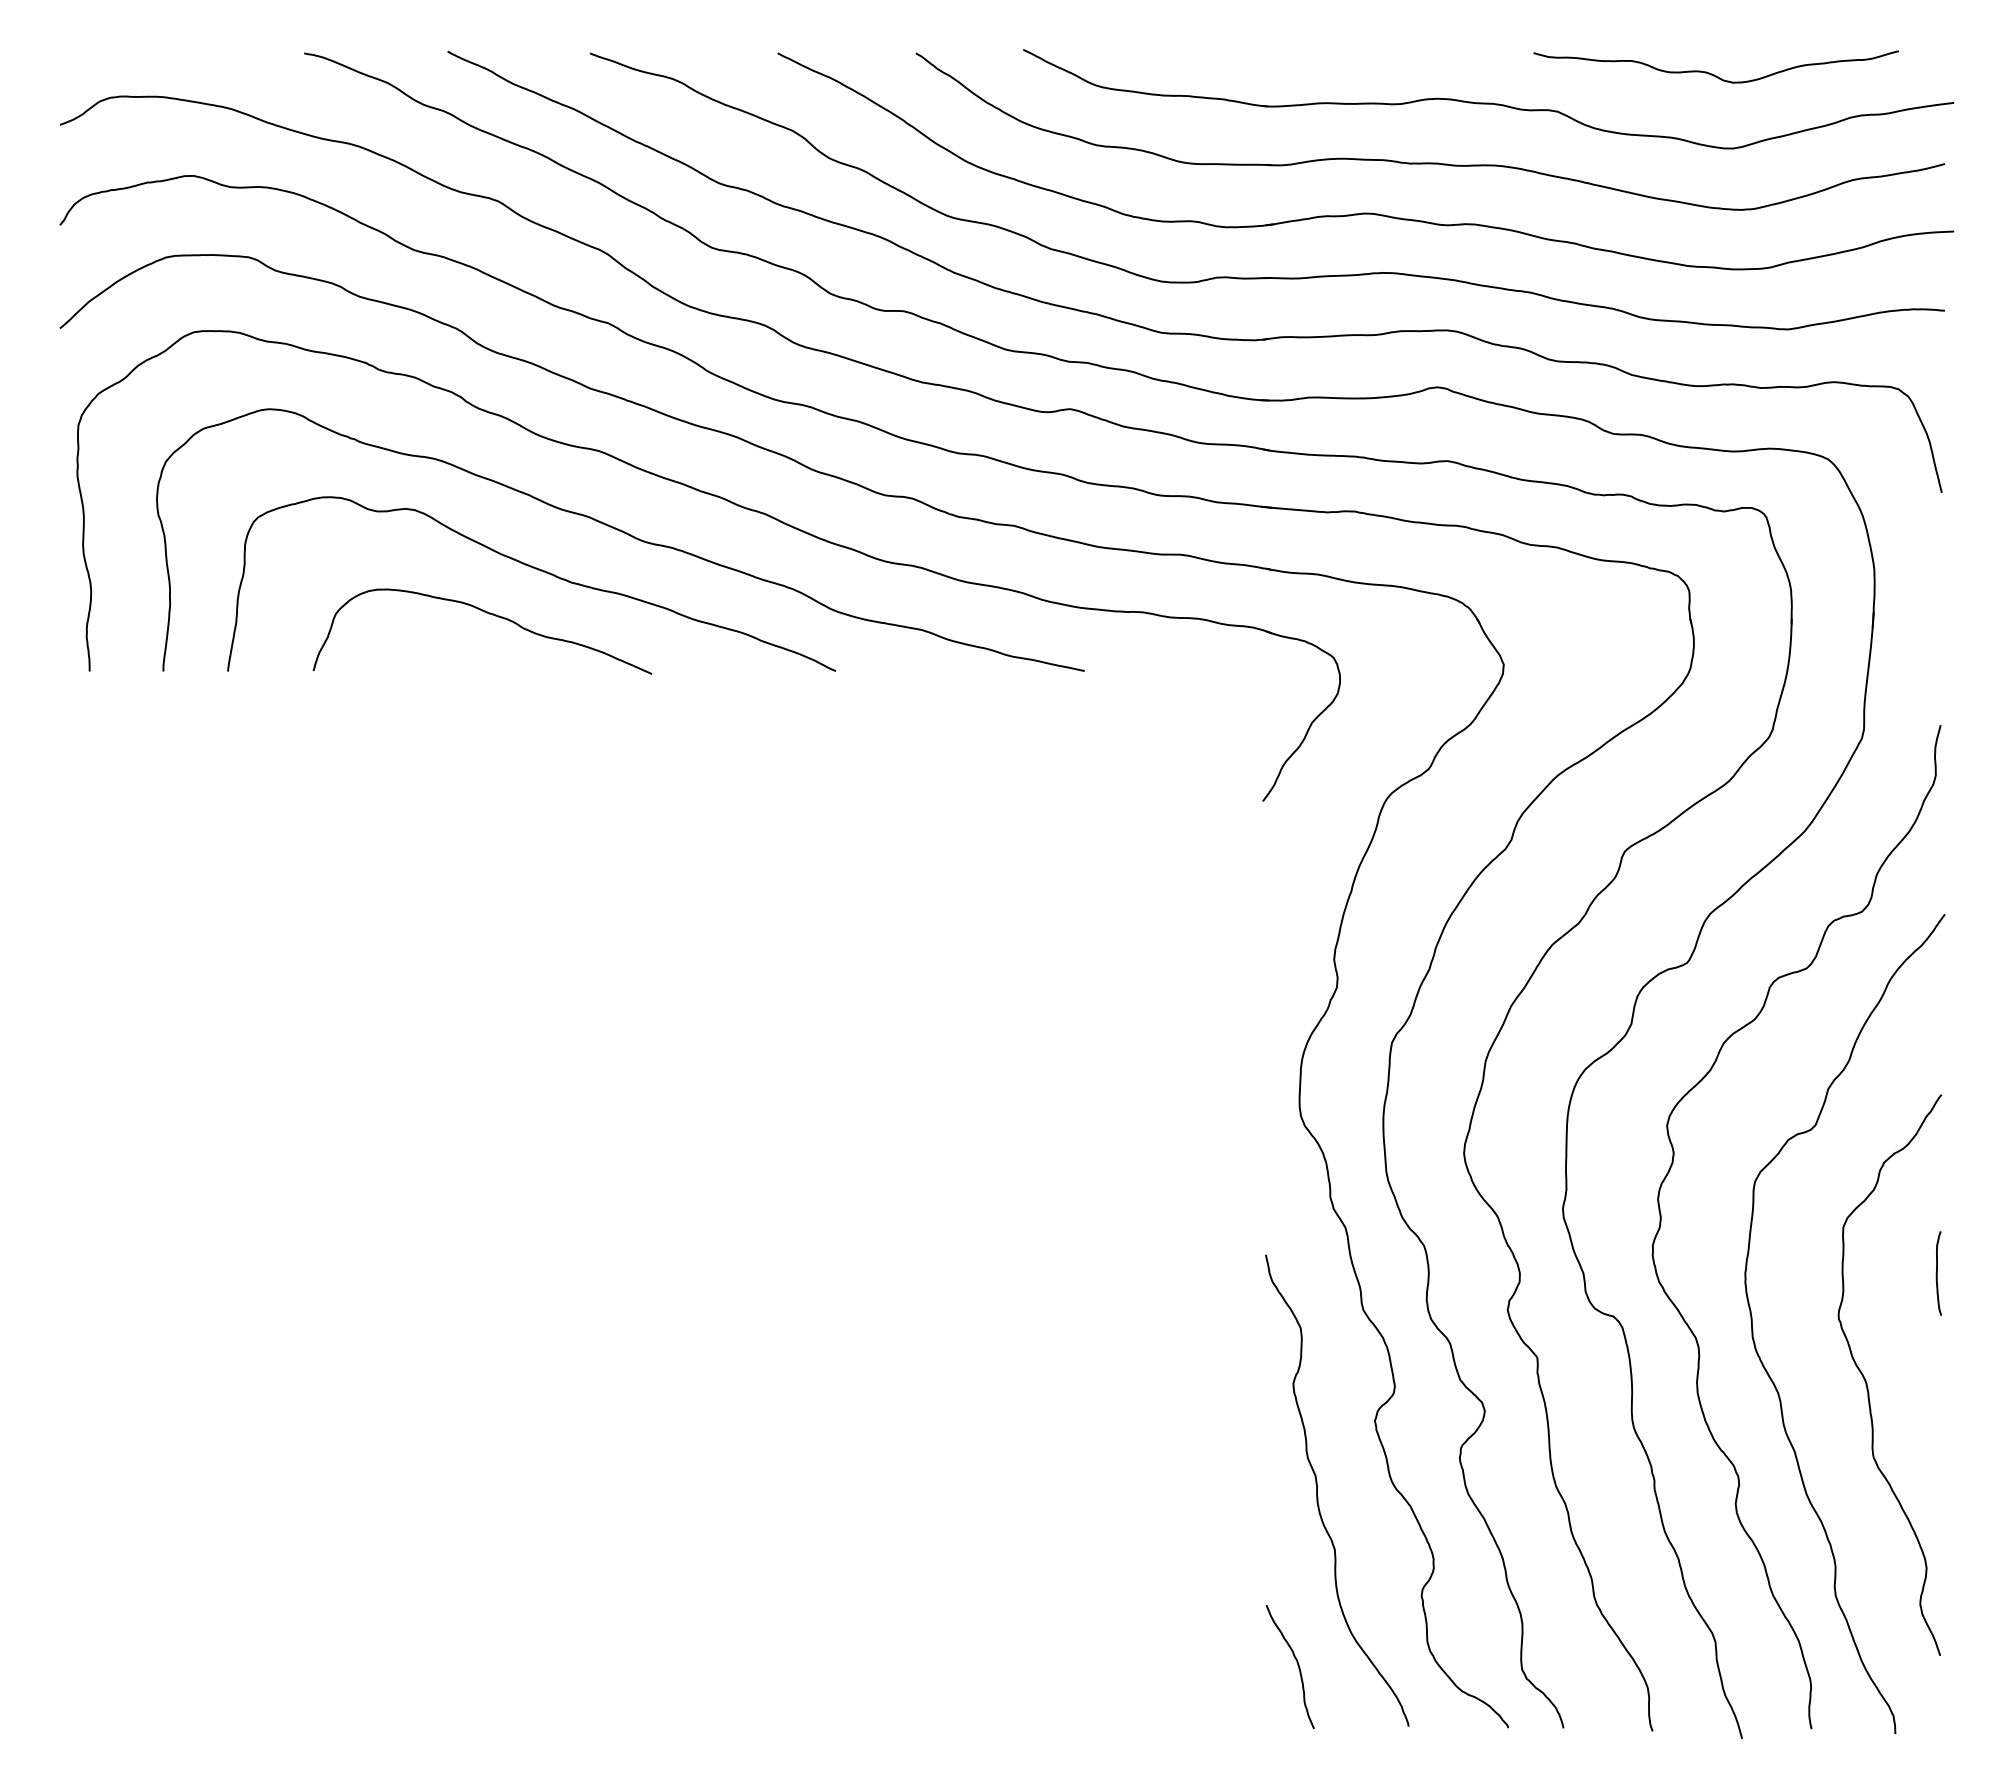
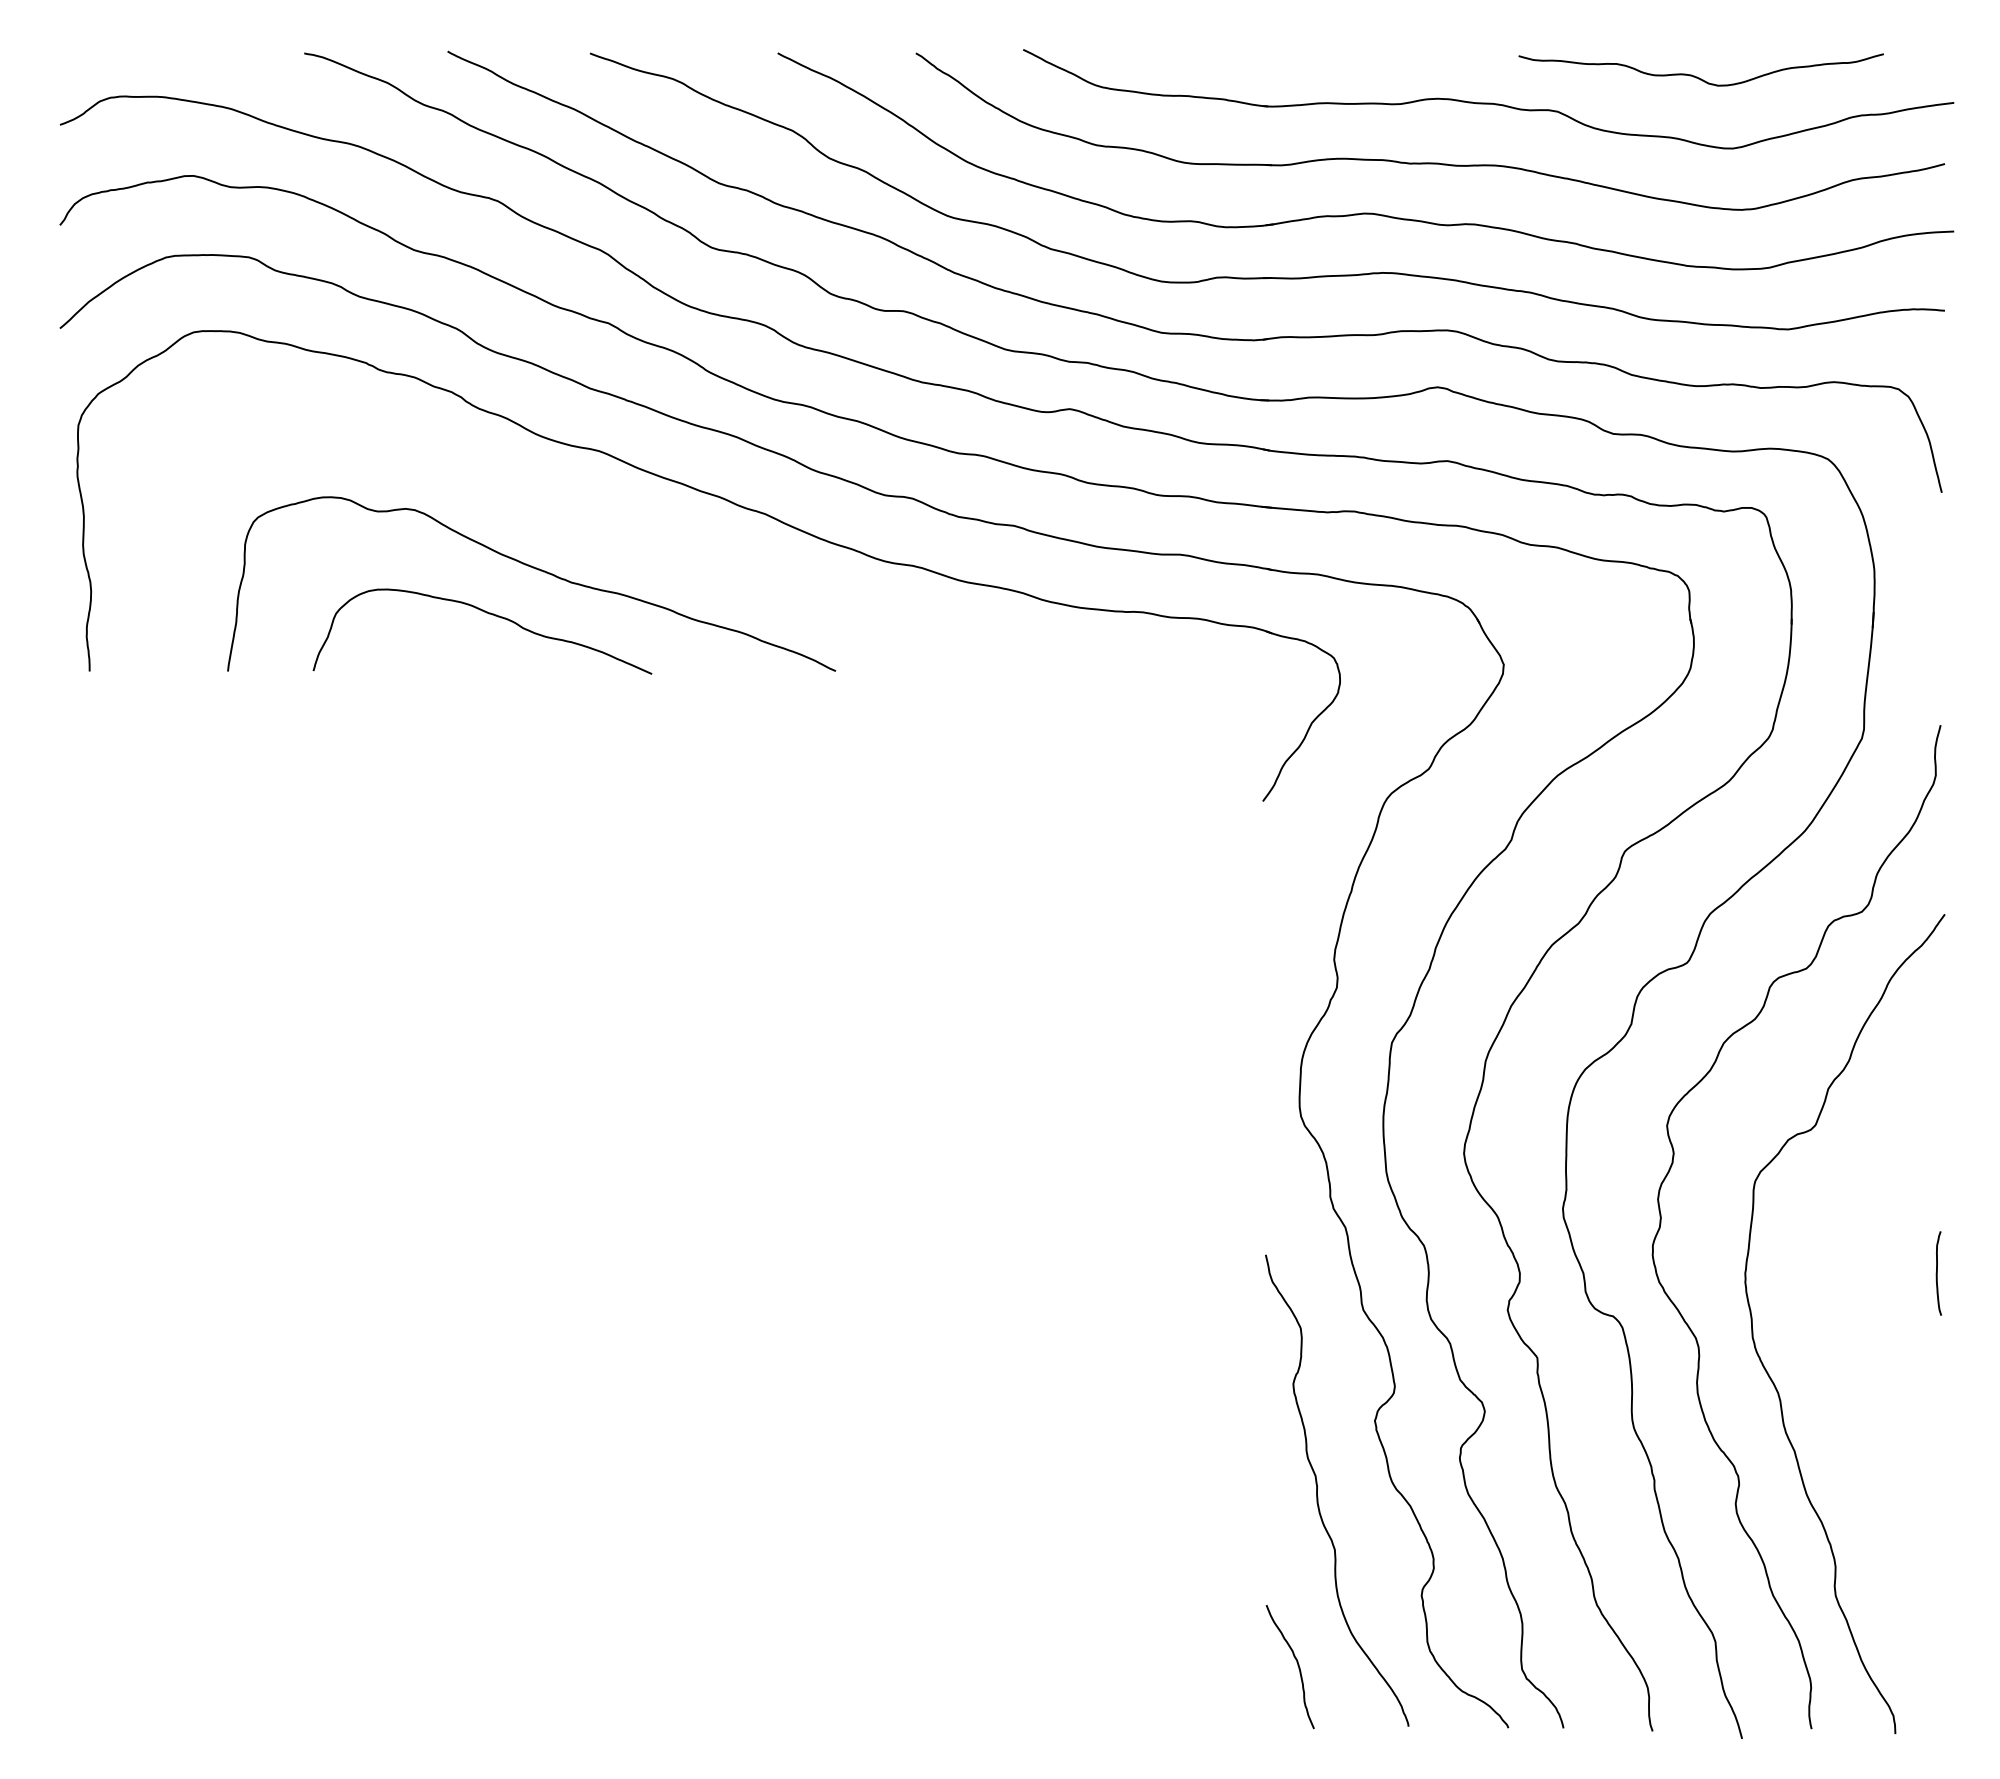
curve at (1712, 73) position: (1712, 73) -> (1697, 76)
curve at (621, 532): present -> none
curve at (1866, 1380): present -> none
